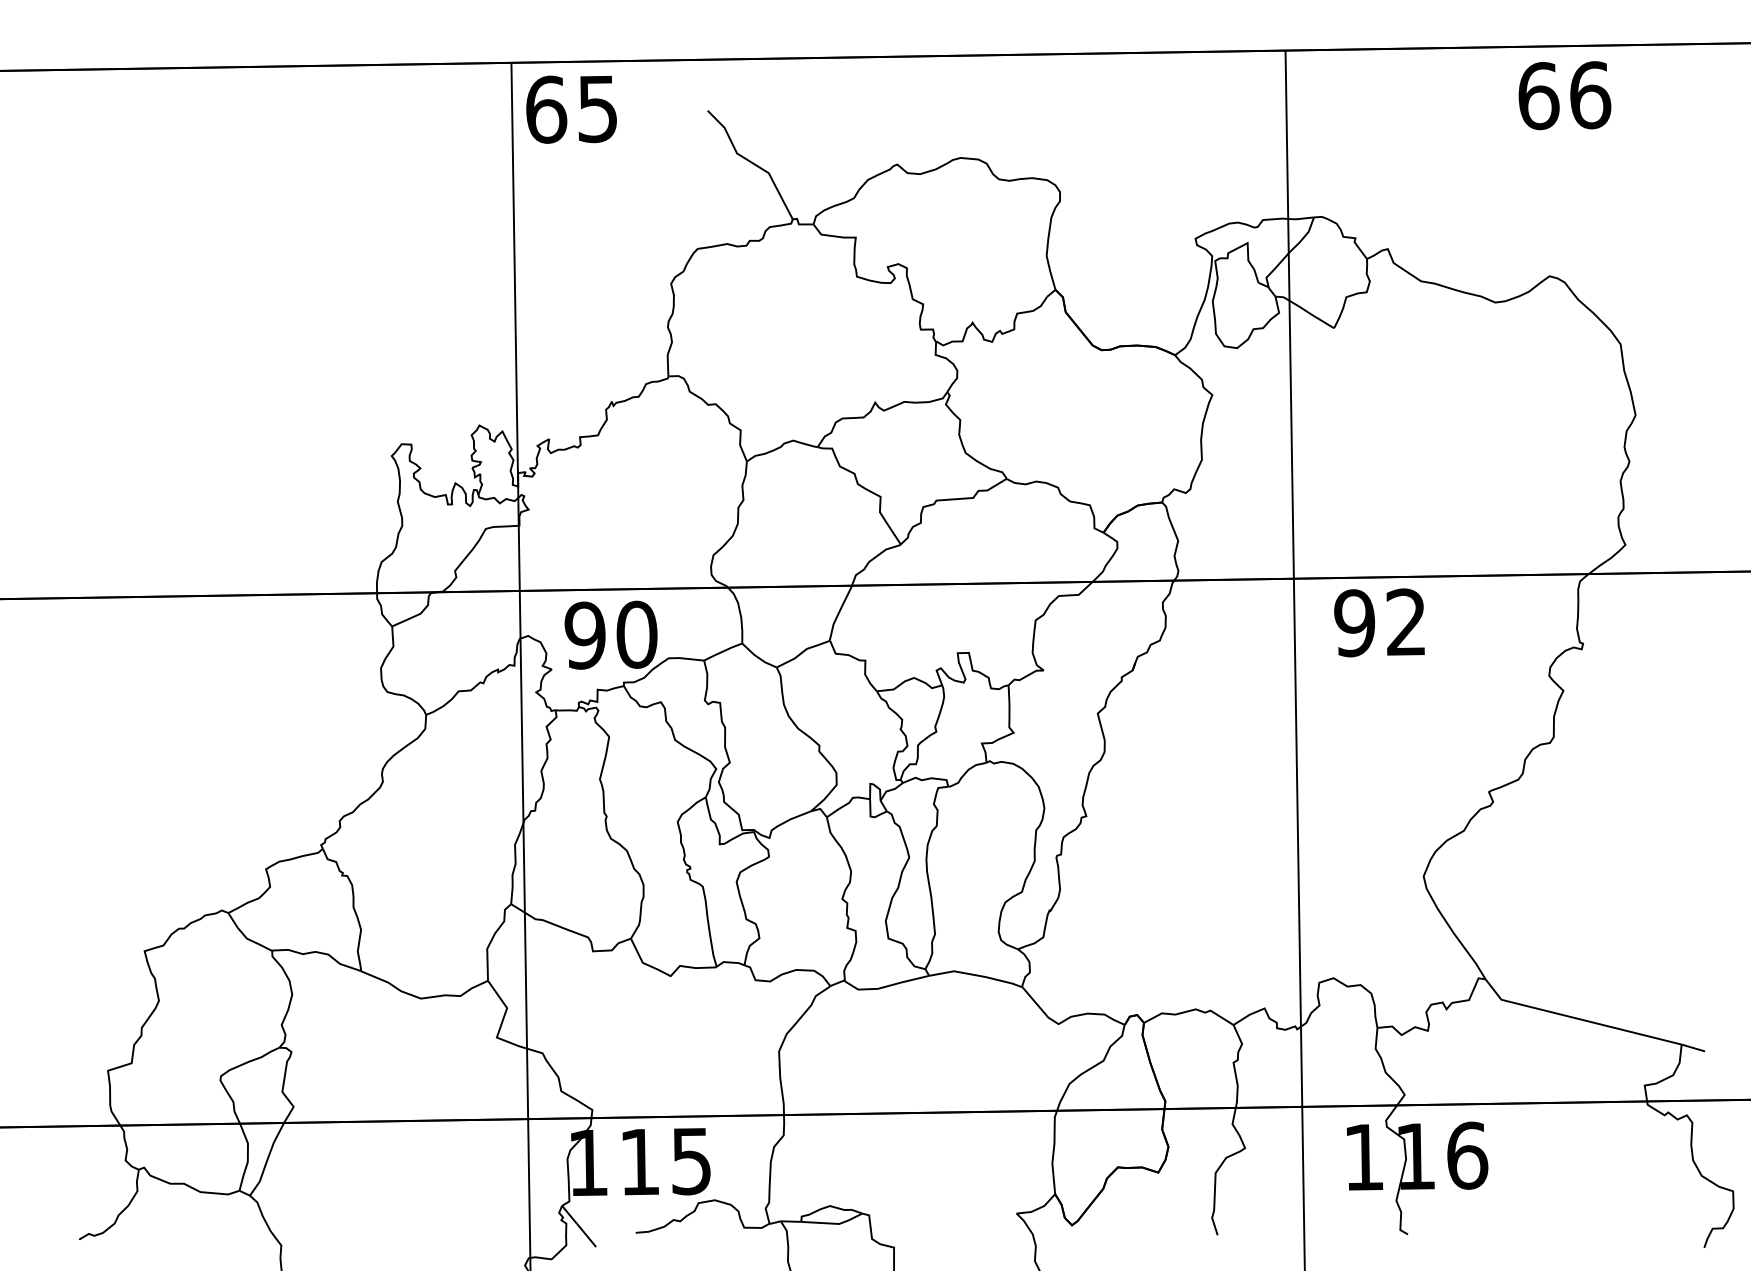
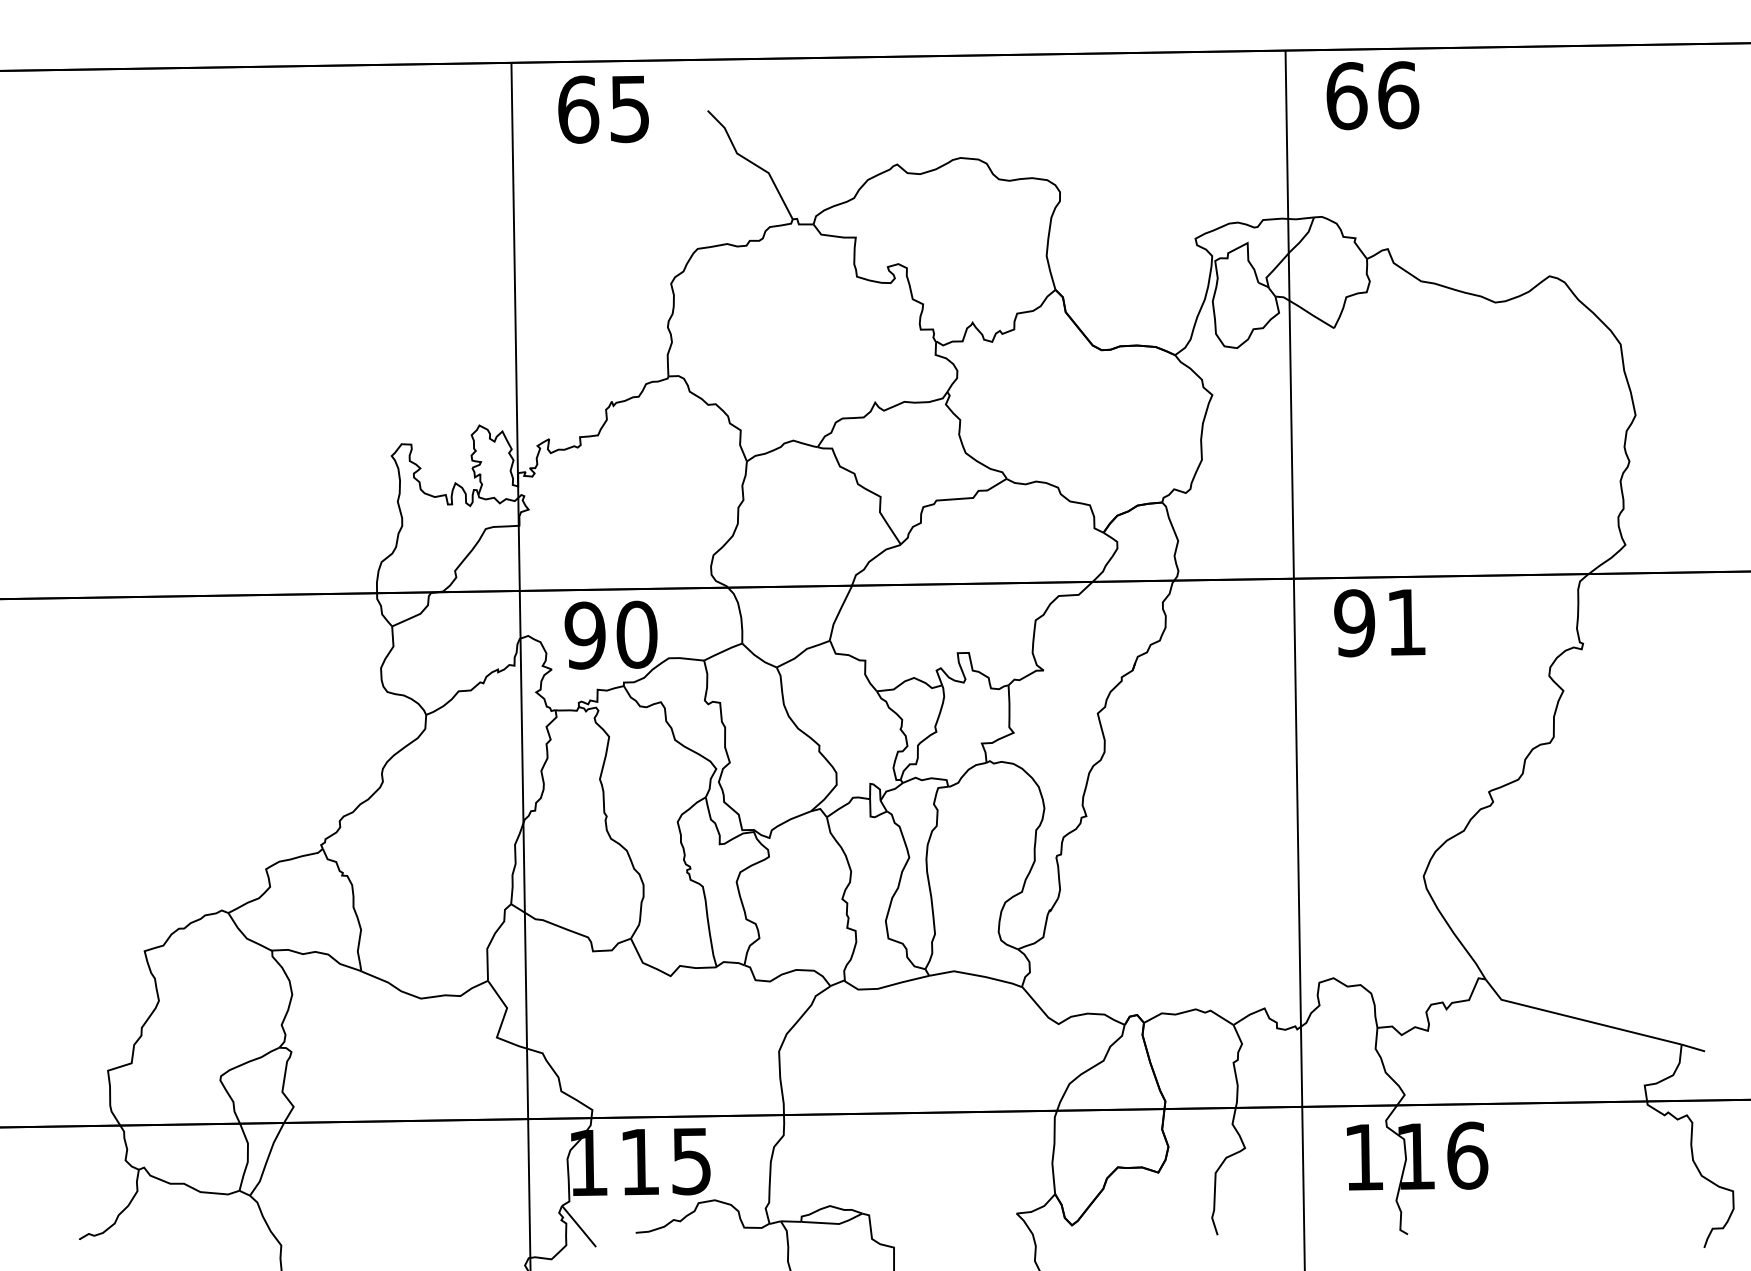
text at (1564, 95) position: (1564, 95) -> (1372, 95)
text at (571, 109) position: (571, 109) -> (603, 109)
text at (1405, 621): 92 -> 91
